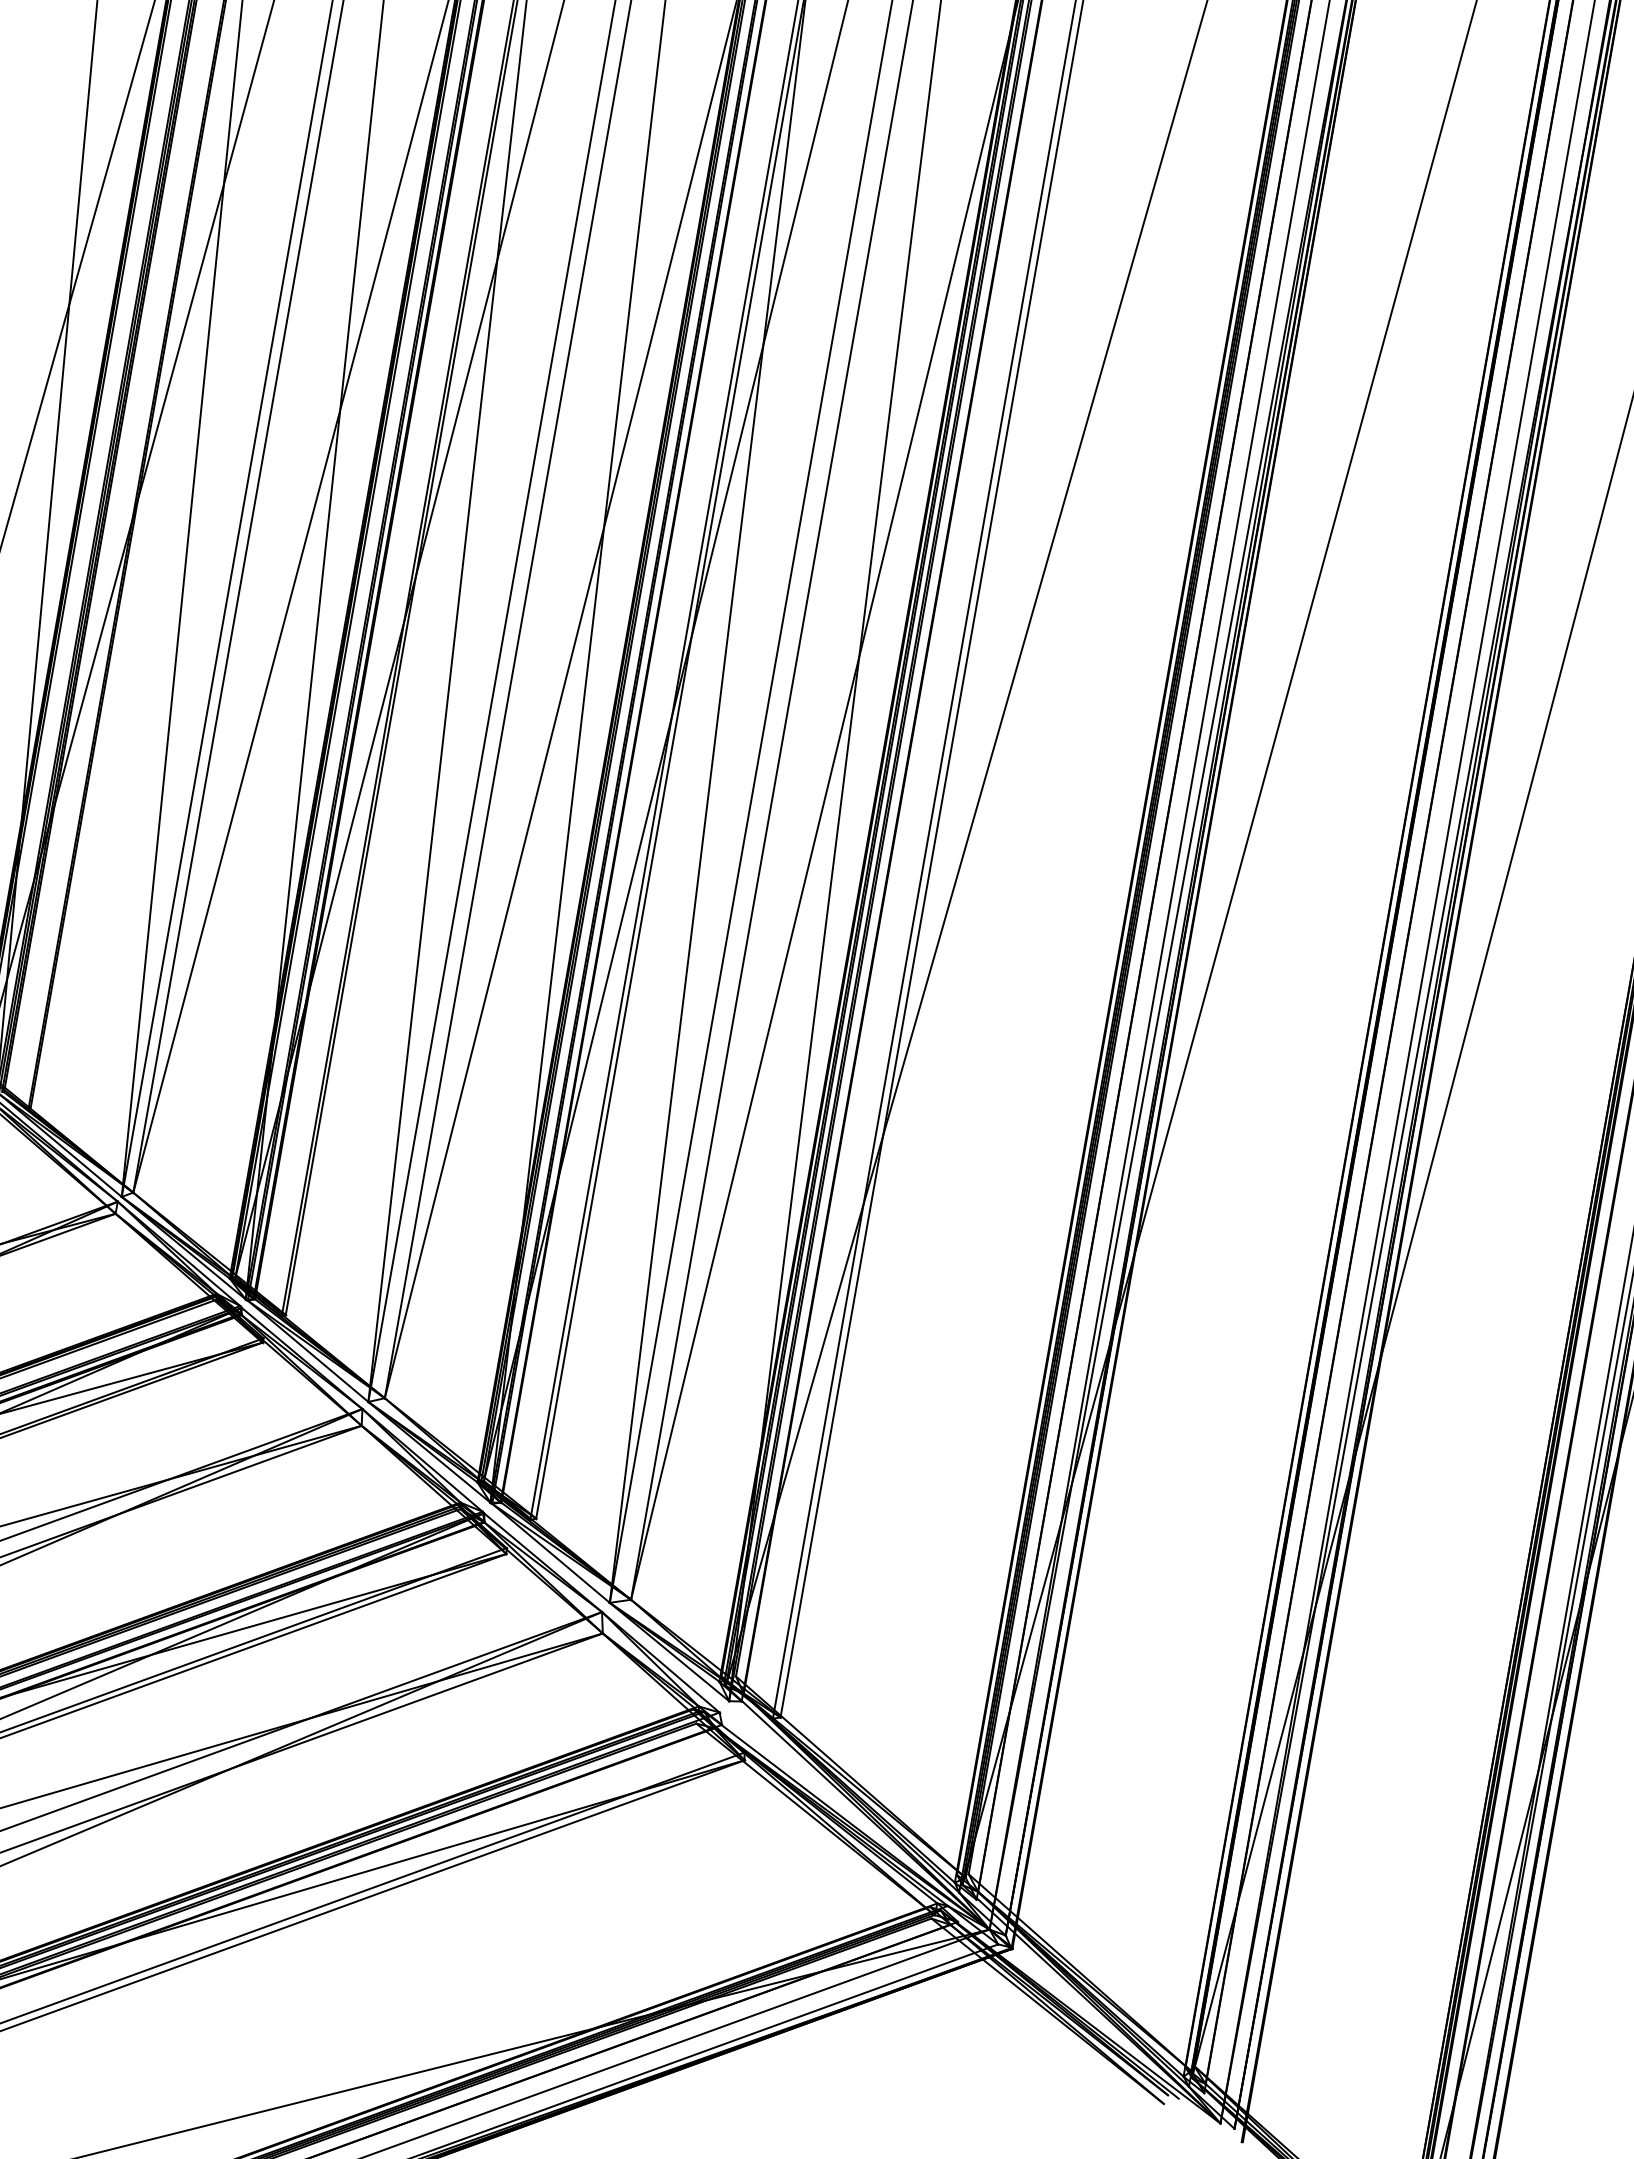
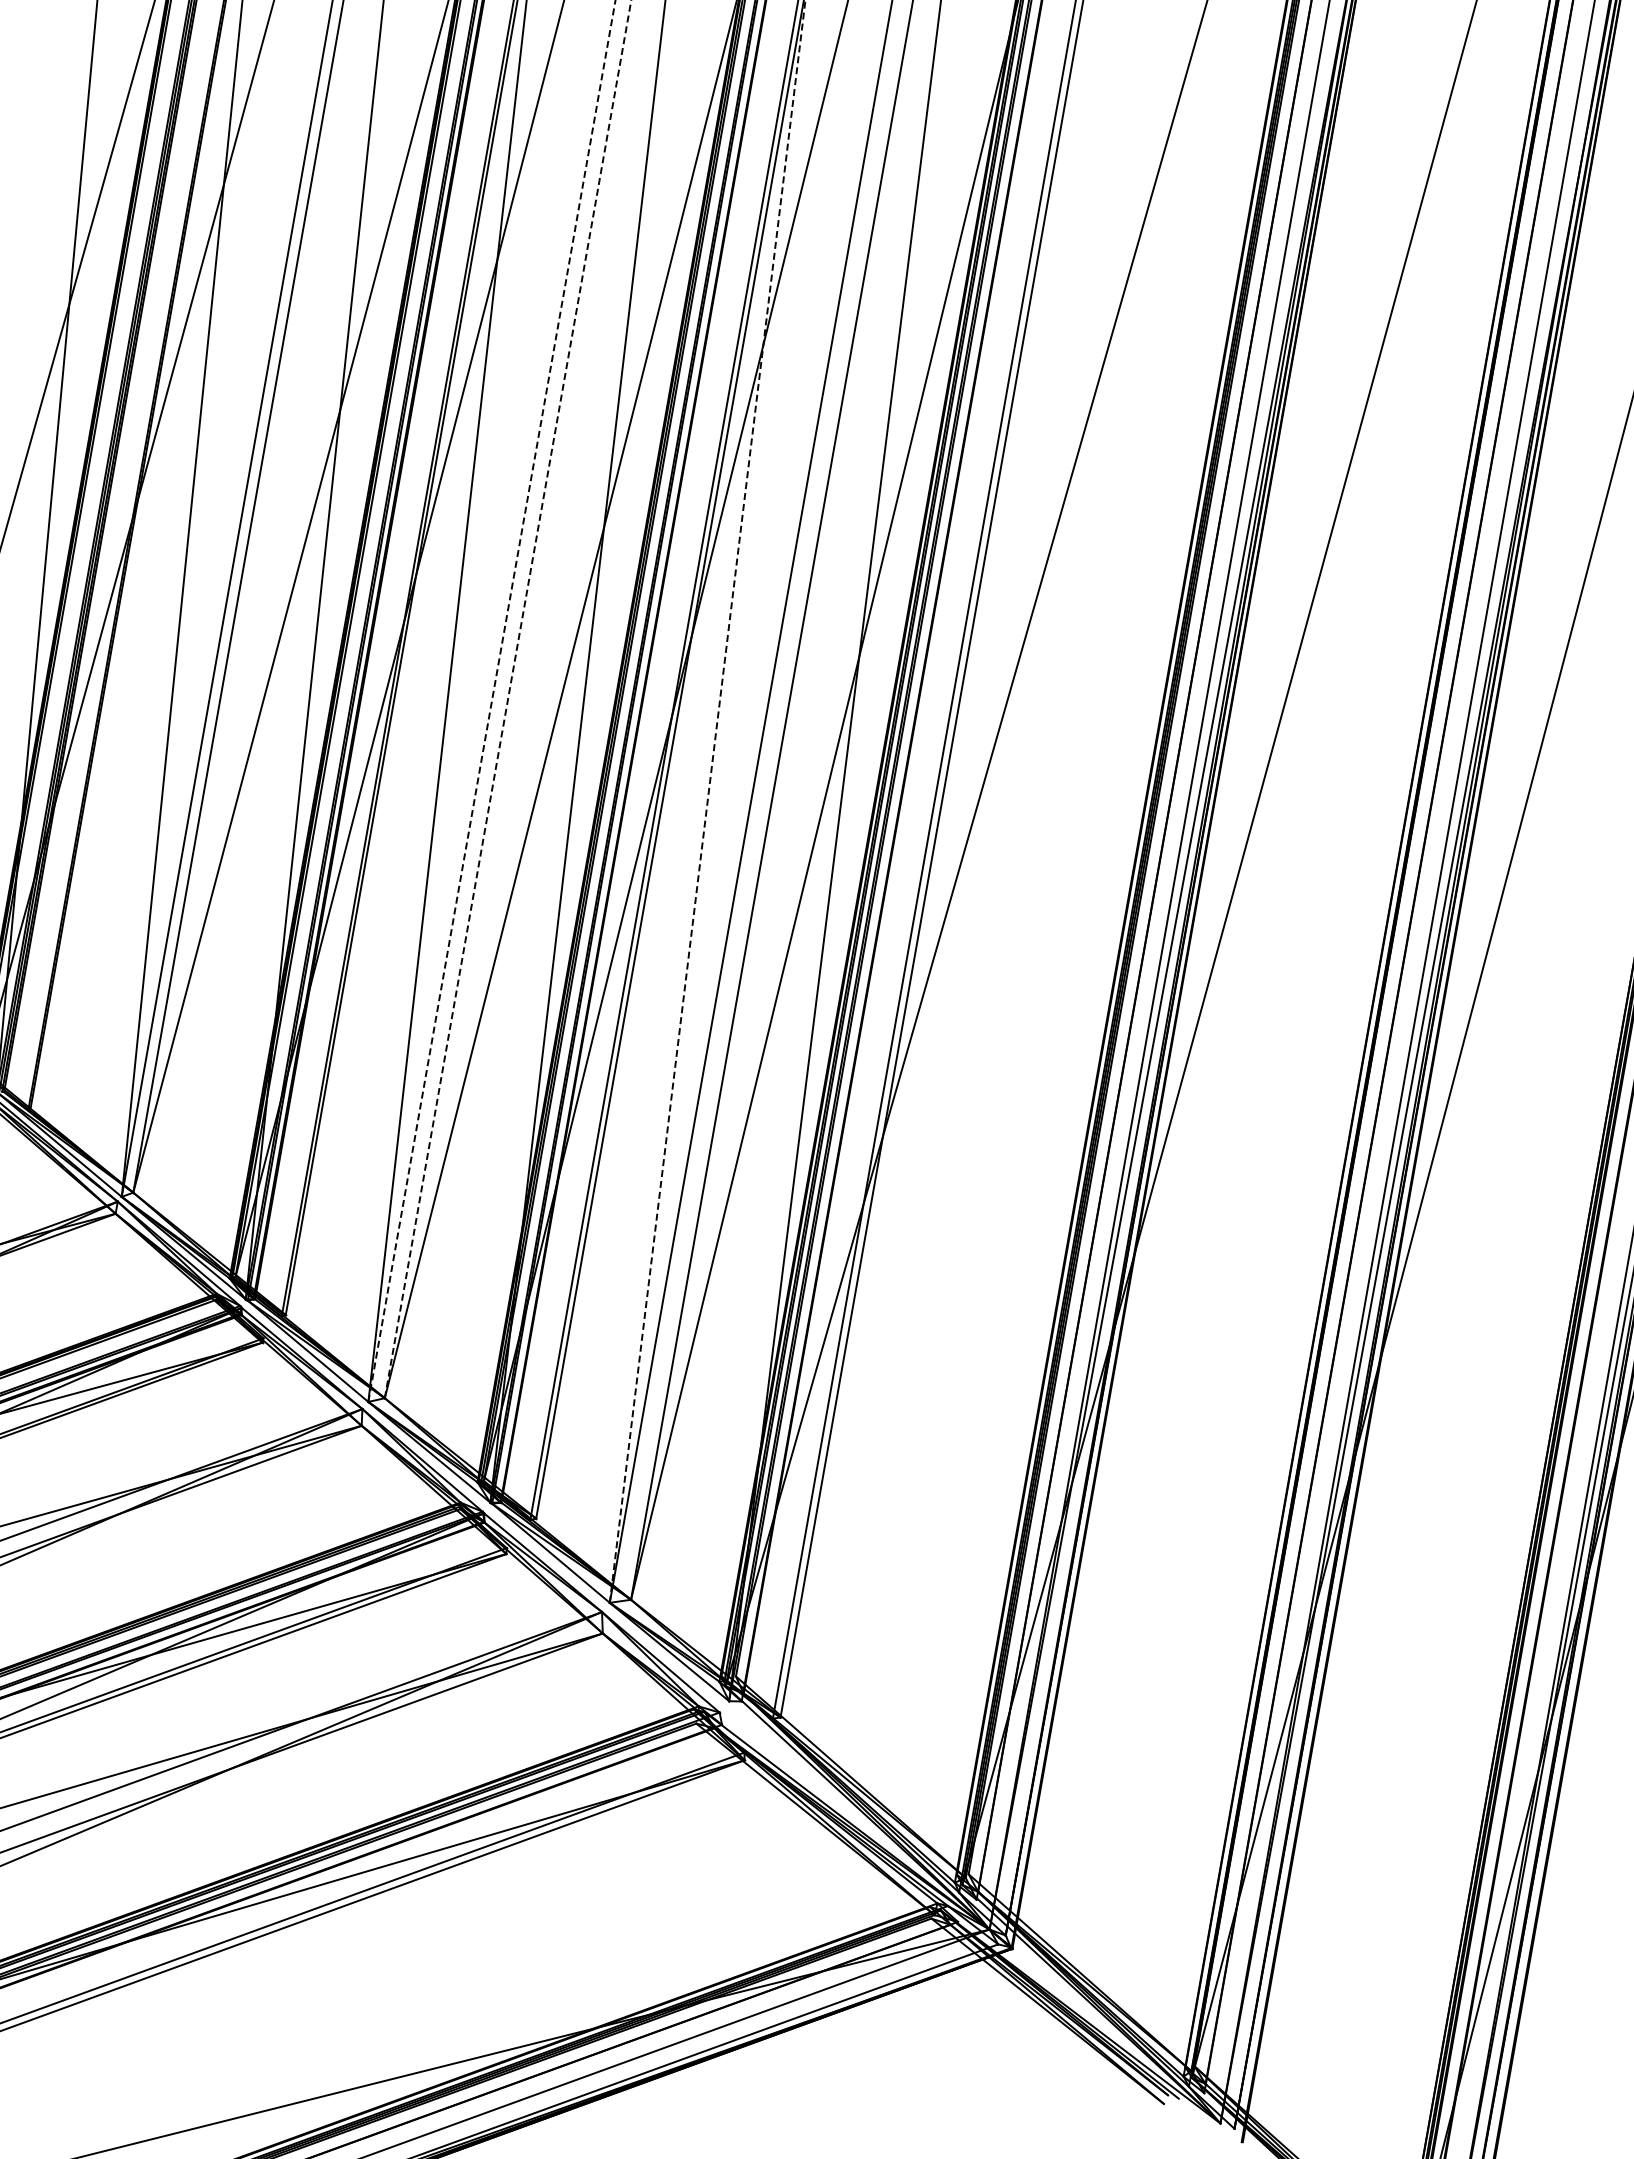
line at (508, 699): solid -> dashed
line at (491, 700): solid -> dashed
line at (707, 801): solid -> dashed
